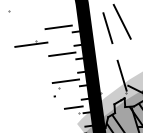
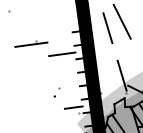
line at (58, 27): present -> none
line at (65, 81): present -> none
